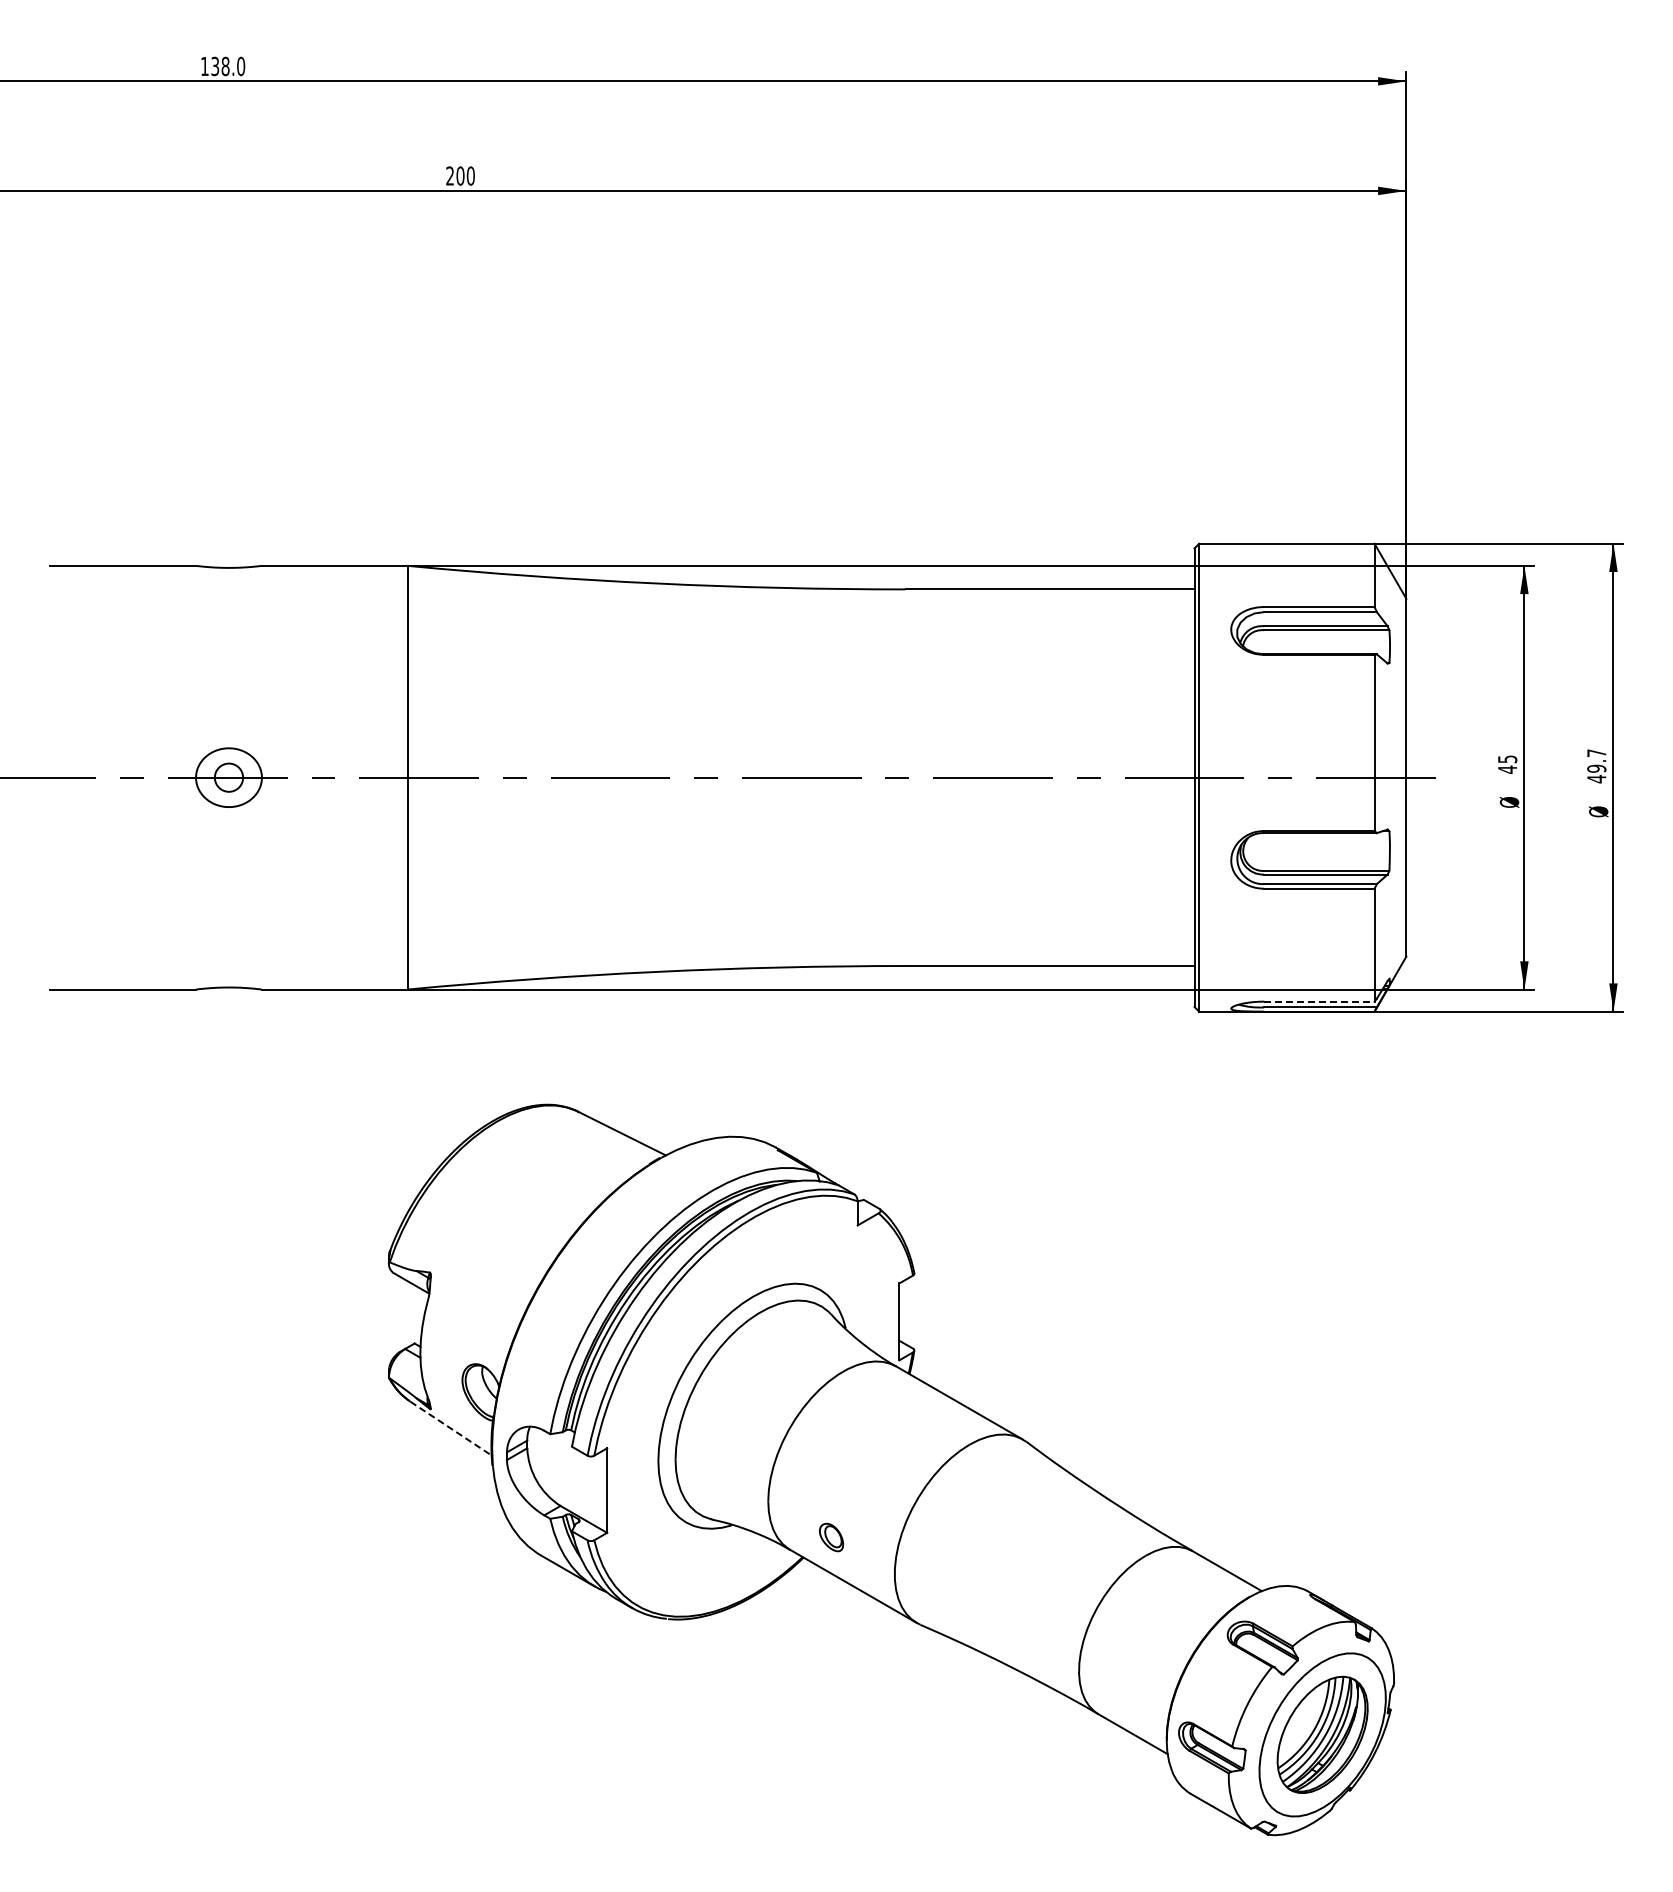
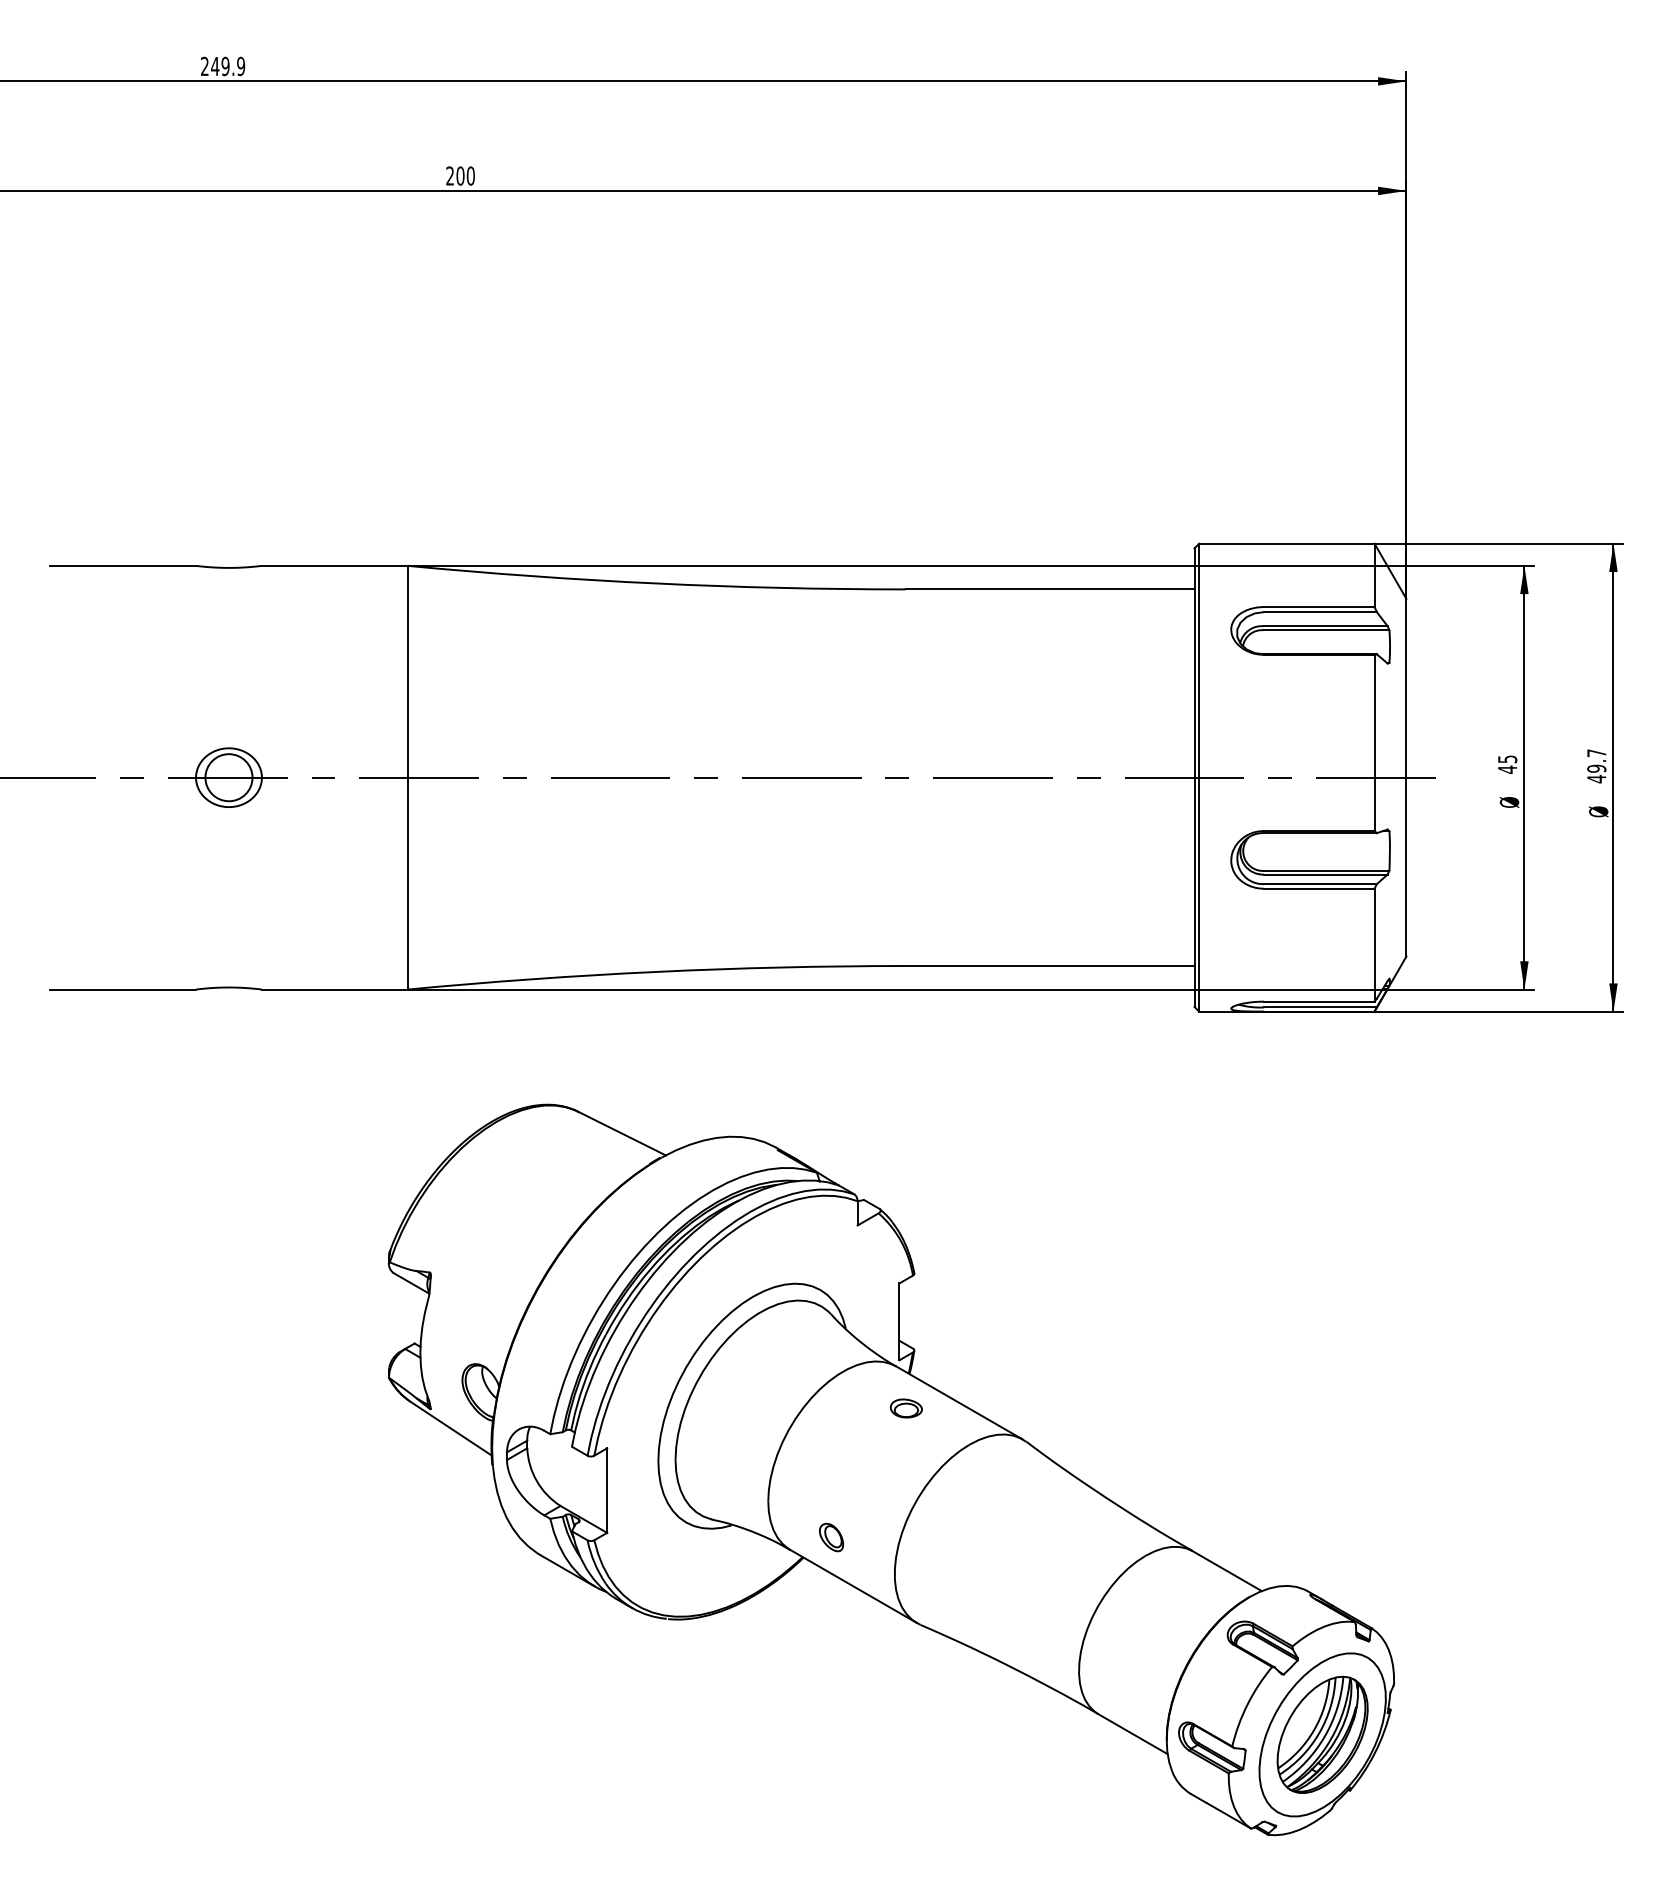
text at (222, 66): 138.0 -> 249.9
circle at (228, 777) diameter: 28 px -> 47 px
line at (1319, 1001): dashed -> solid
part at (905, 1408): none -> present
line at (451, 1428): dashed -> solid
